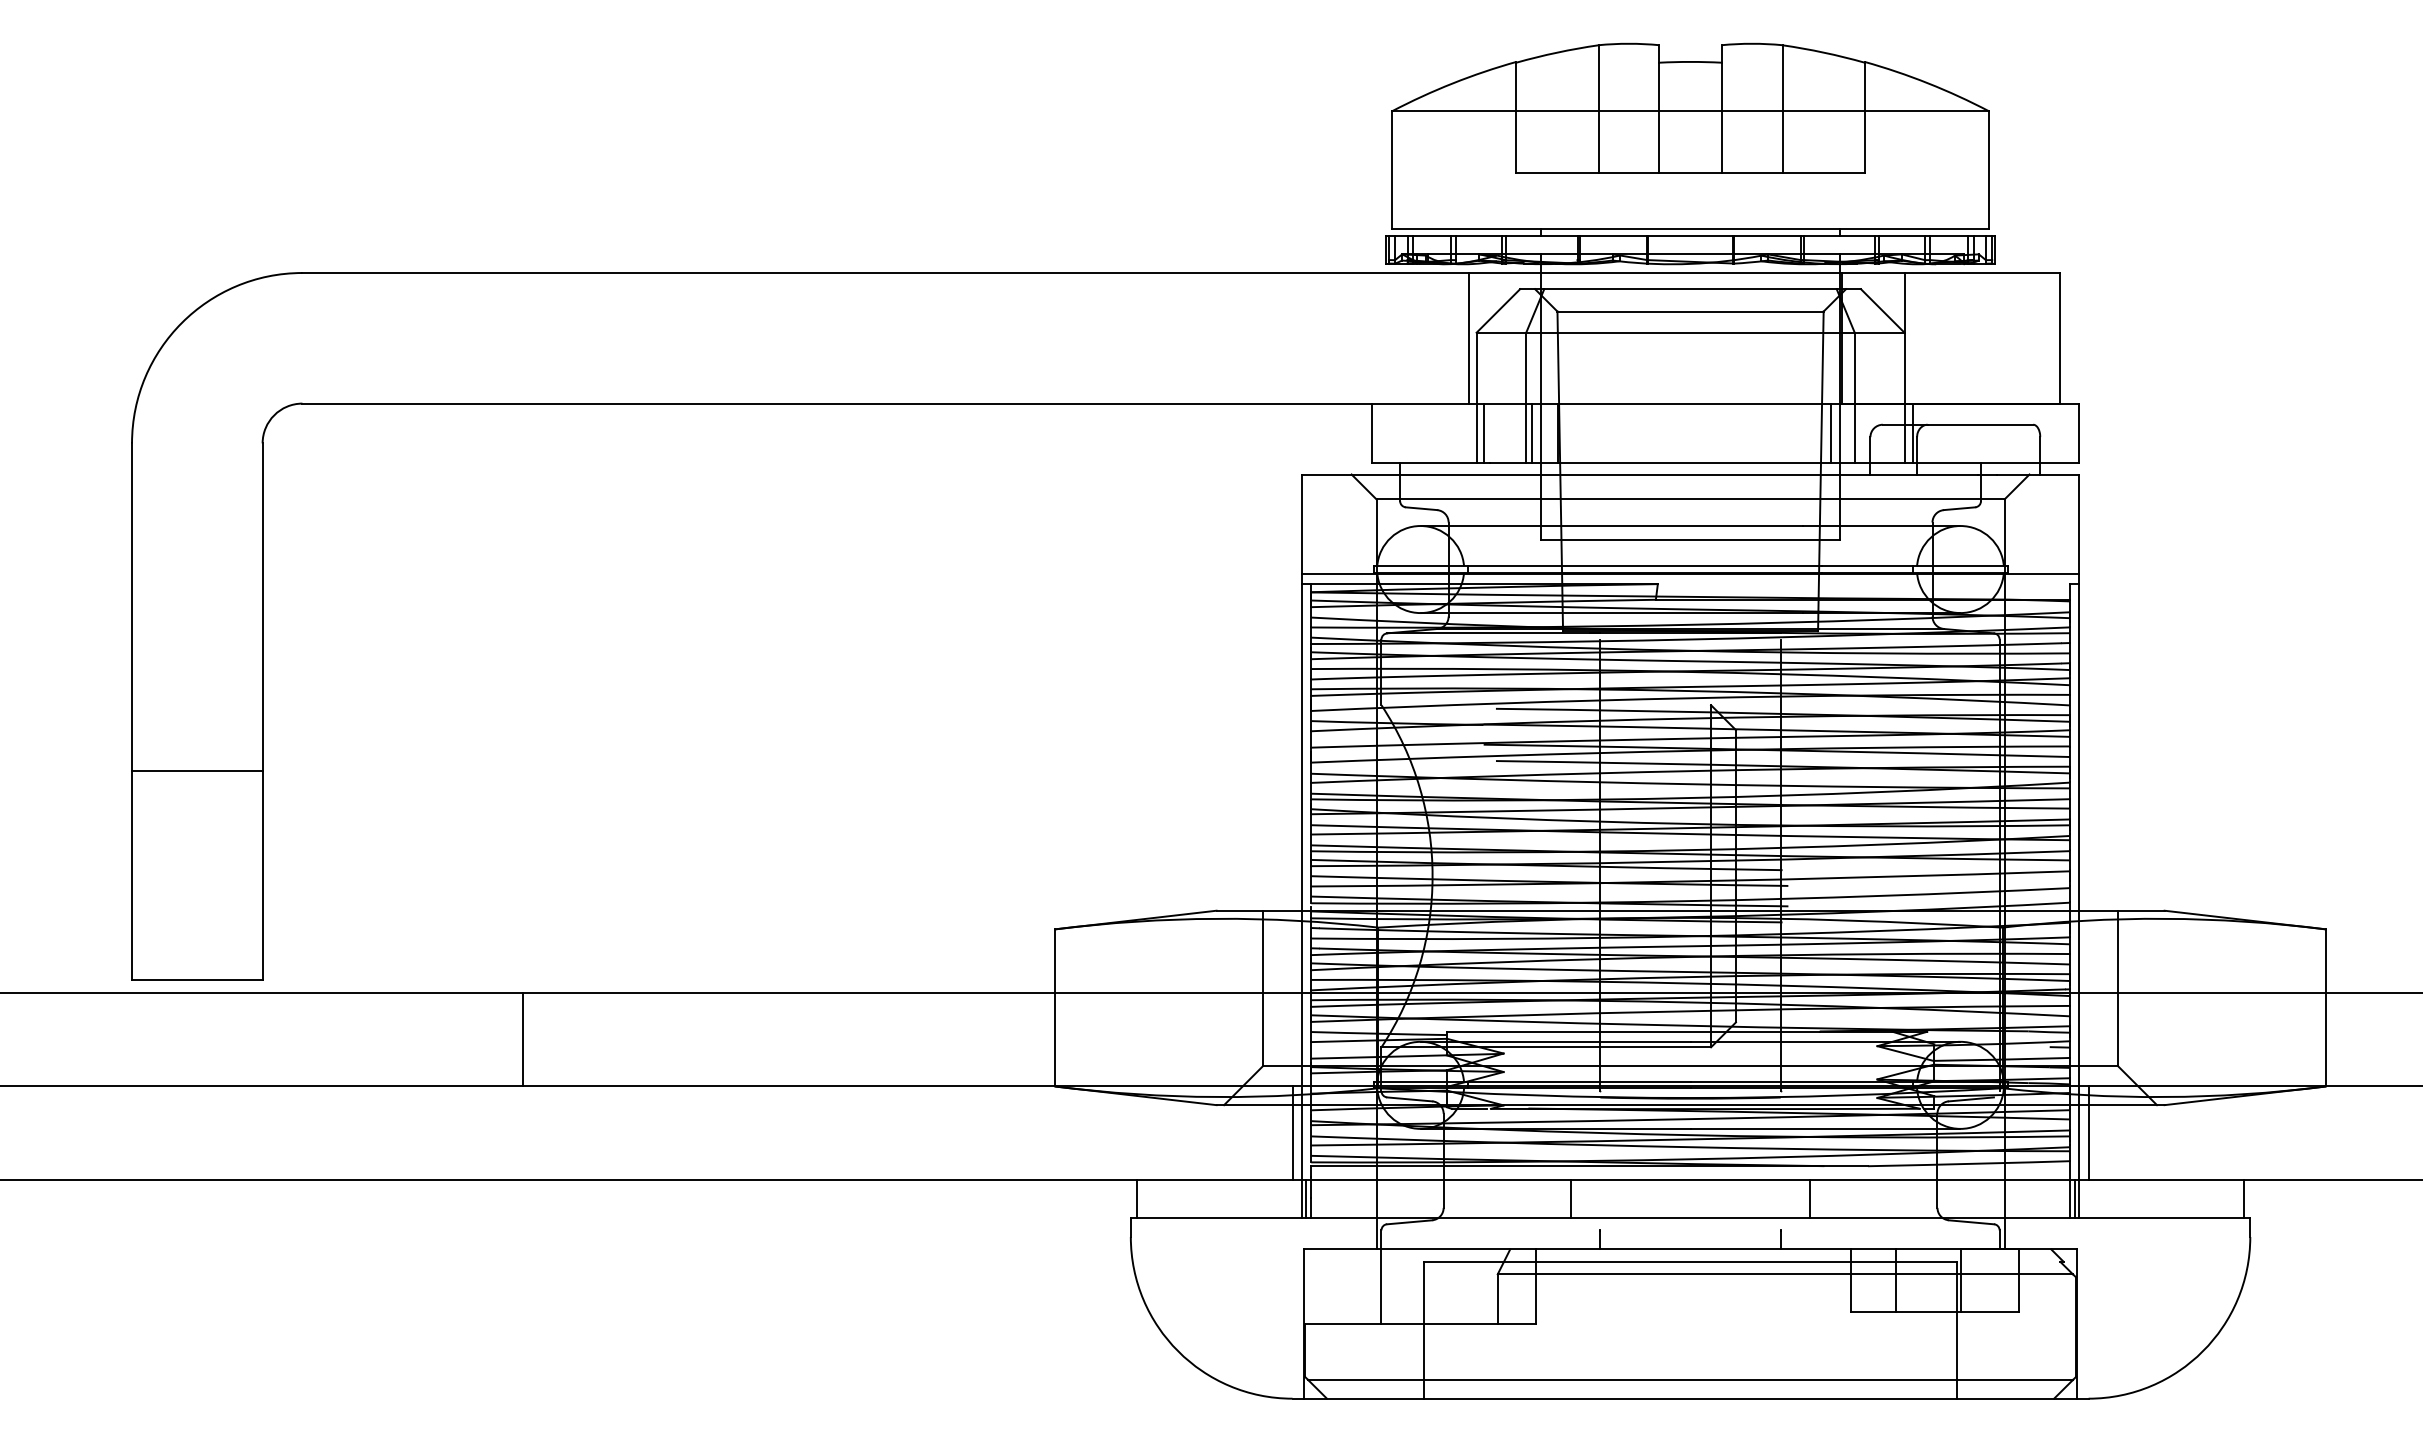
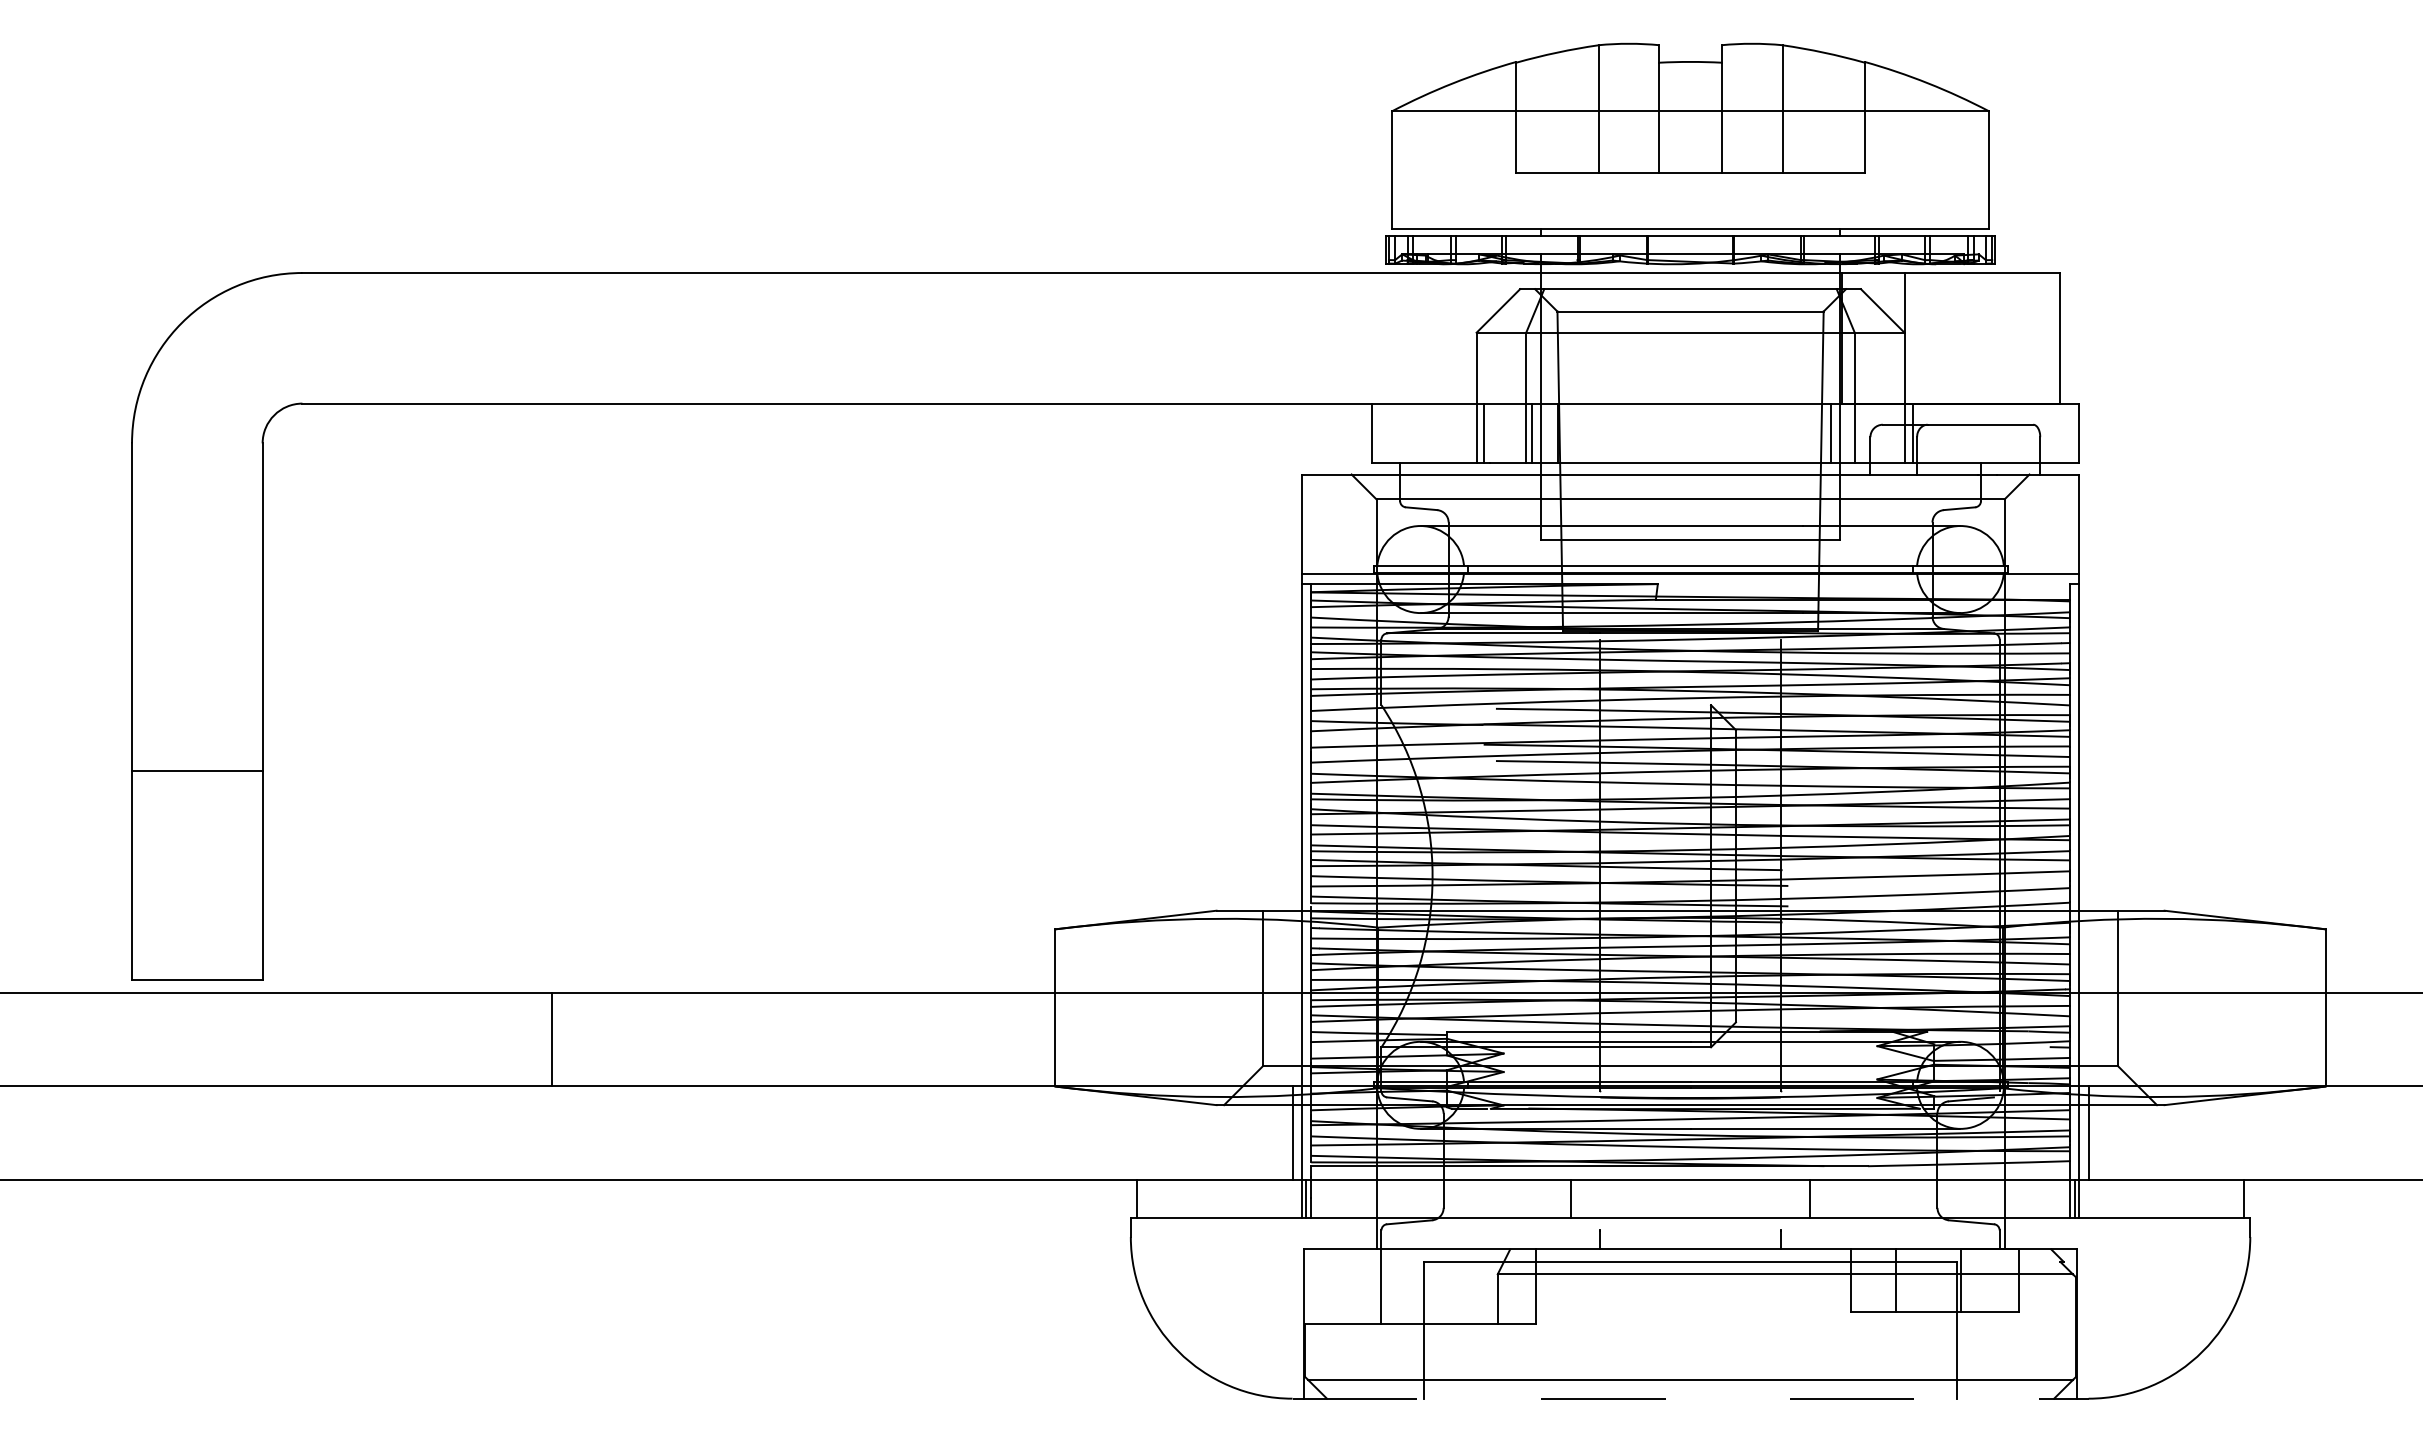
line at (1469, 338): present -> none
line at (523, 1039) position: (523, 1039) -> (552, 1039)
line at (1691, 1398): solid -> dashed
